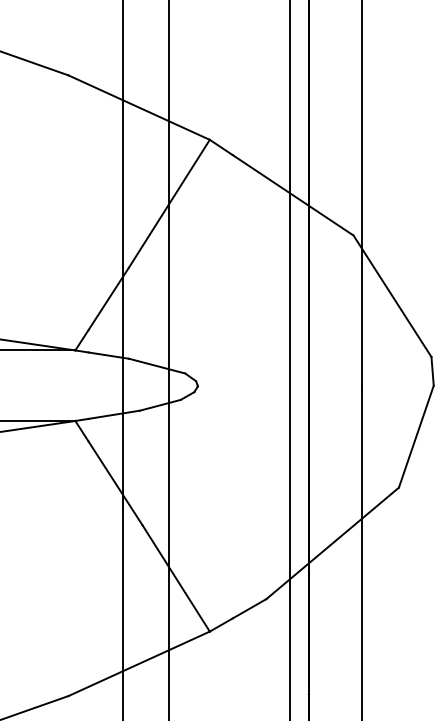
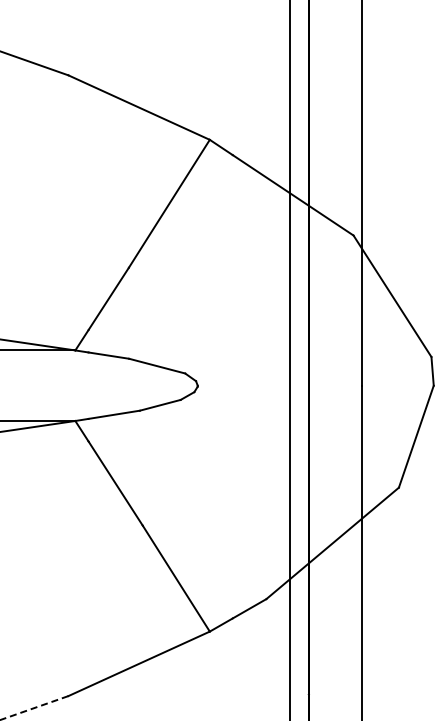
line at (122, 359): present -> none
line at (168, 359): present -> none
line at (34, 707): solid -> dashed
